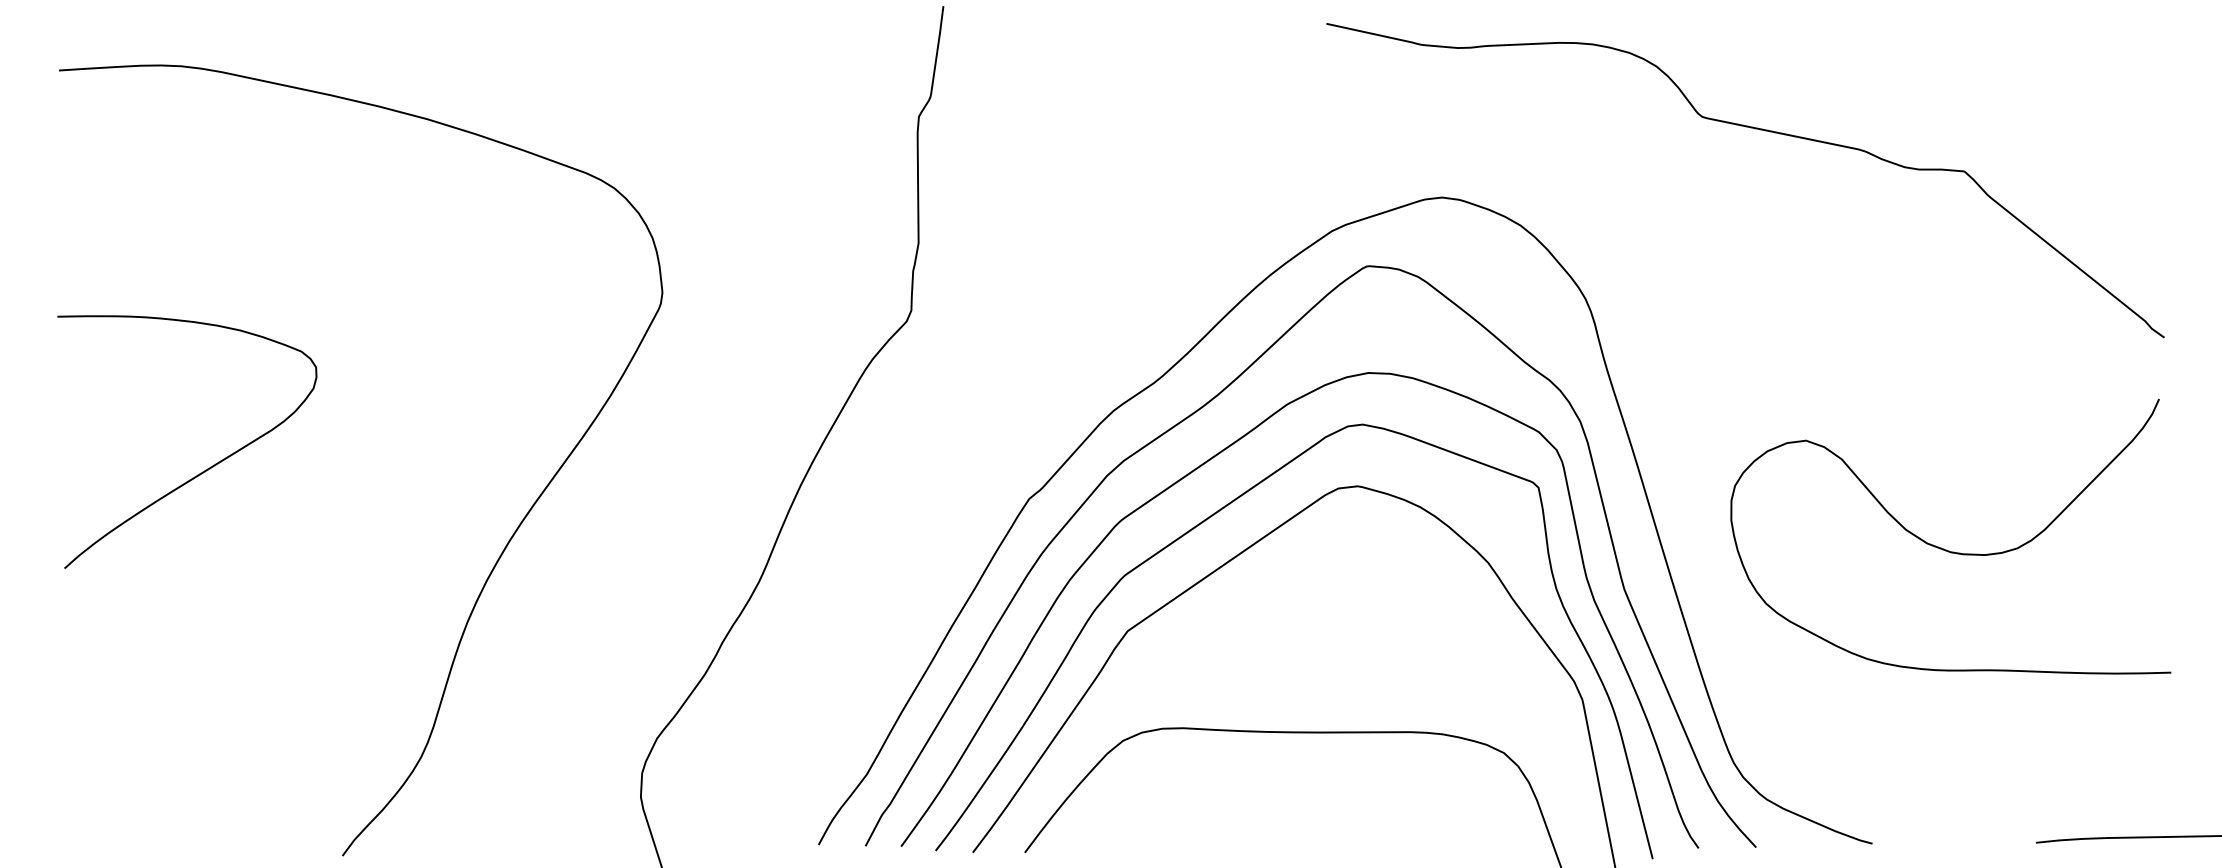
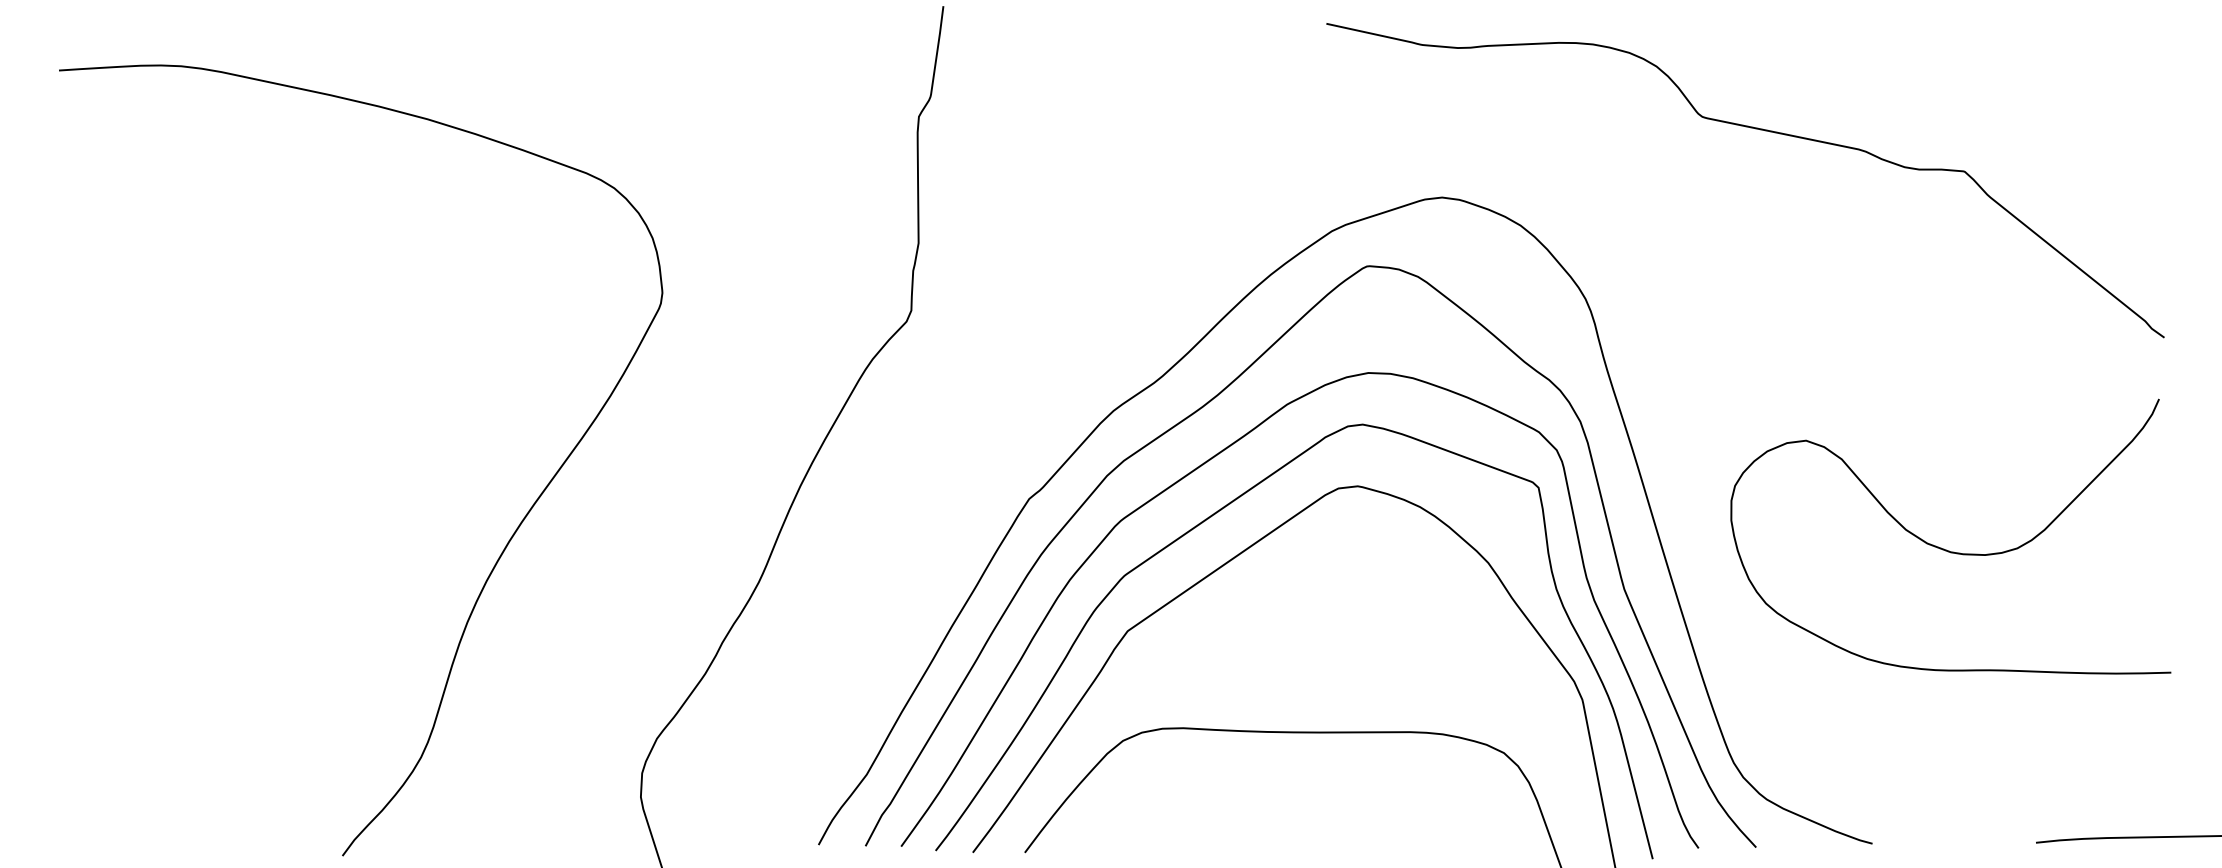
curve at (205, 469): present -> none
